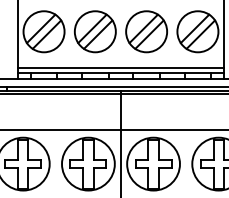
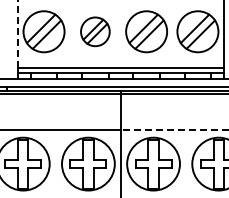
part at (95, 31) size: 43x44 px -> 31x32 px
line at (18, 34): solid -> dashed
line at (174, 130): solid -> dashed
